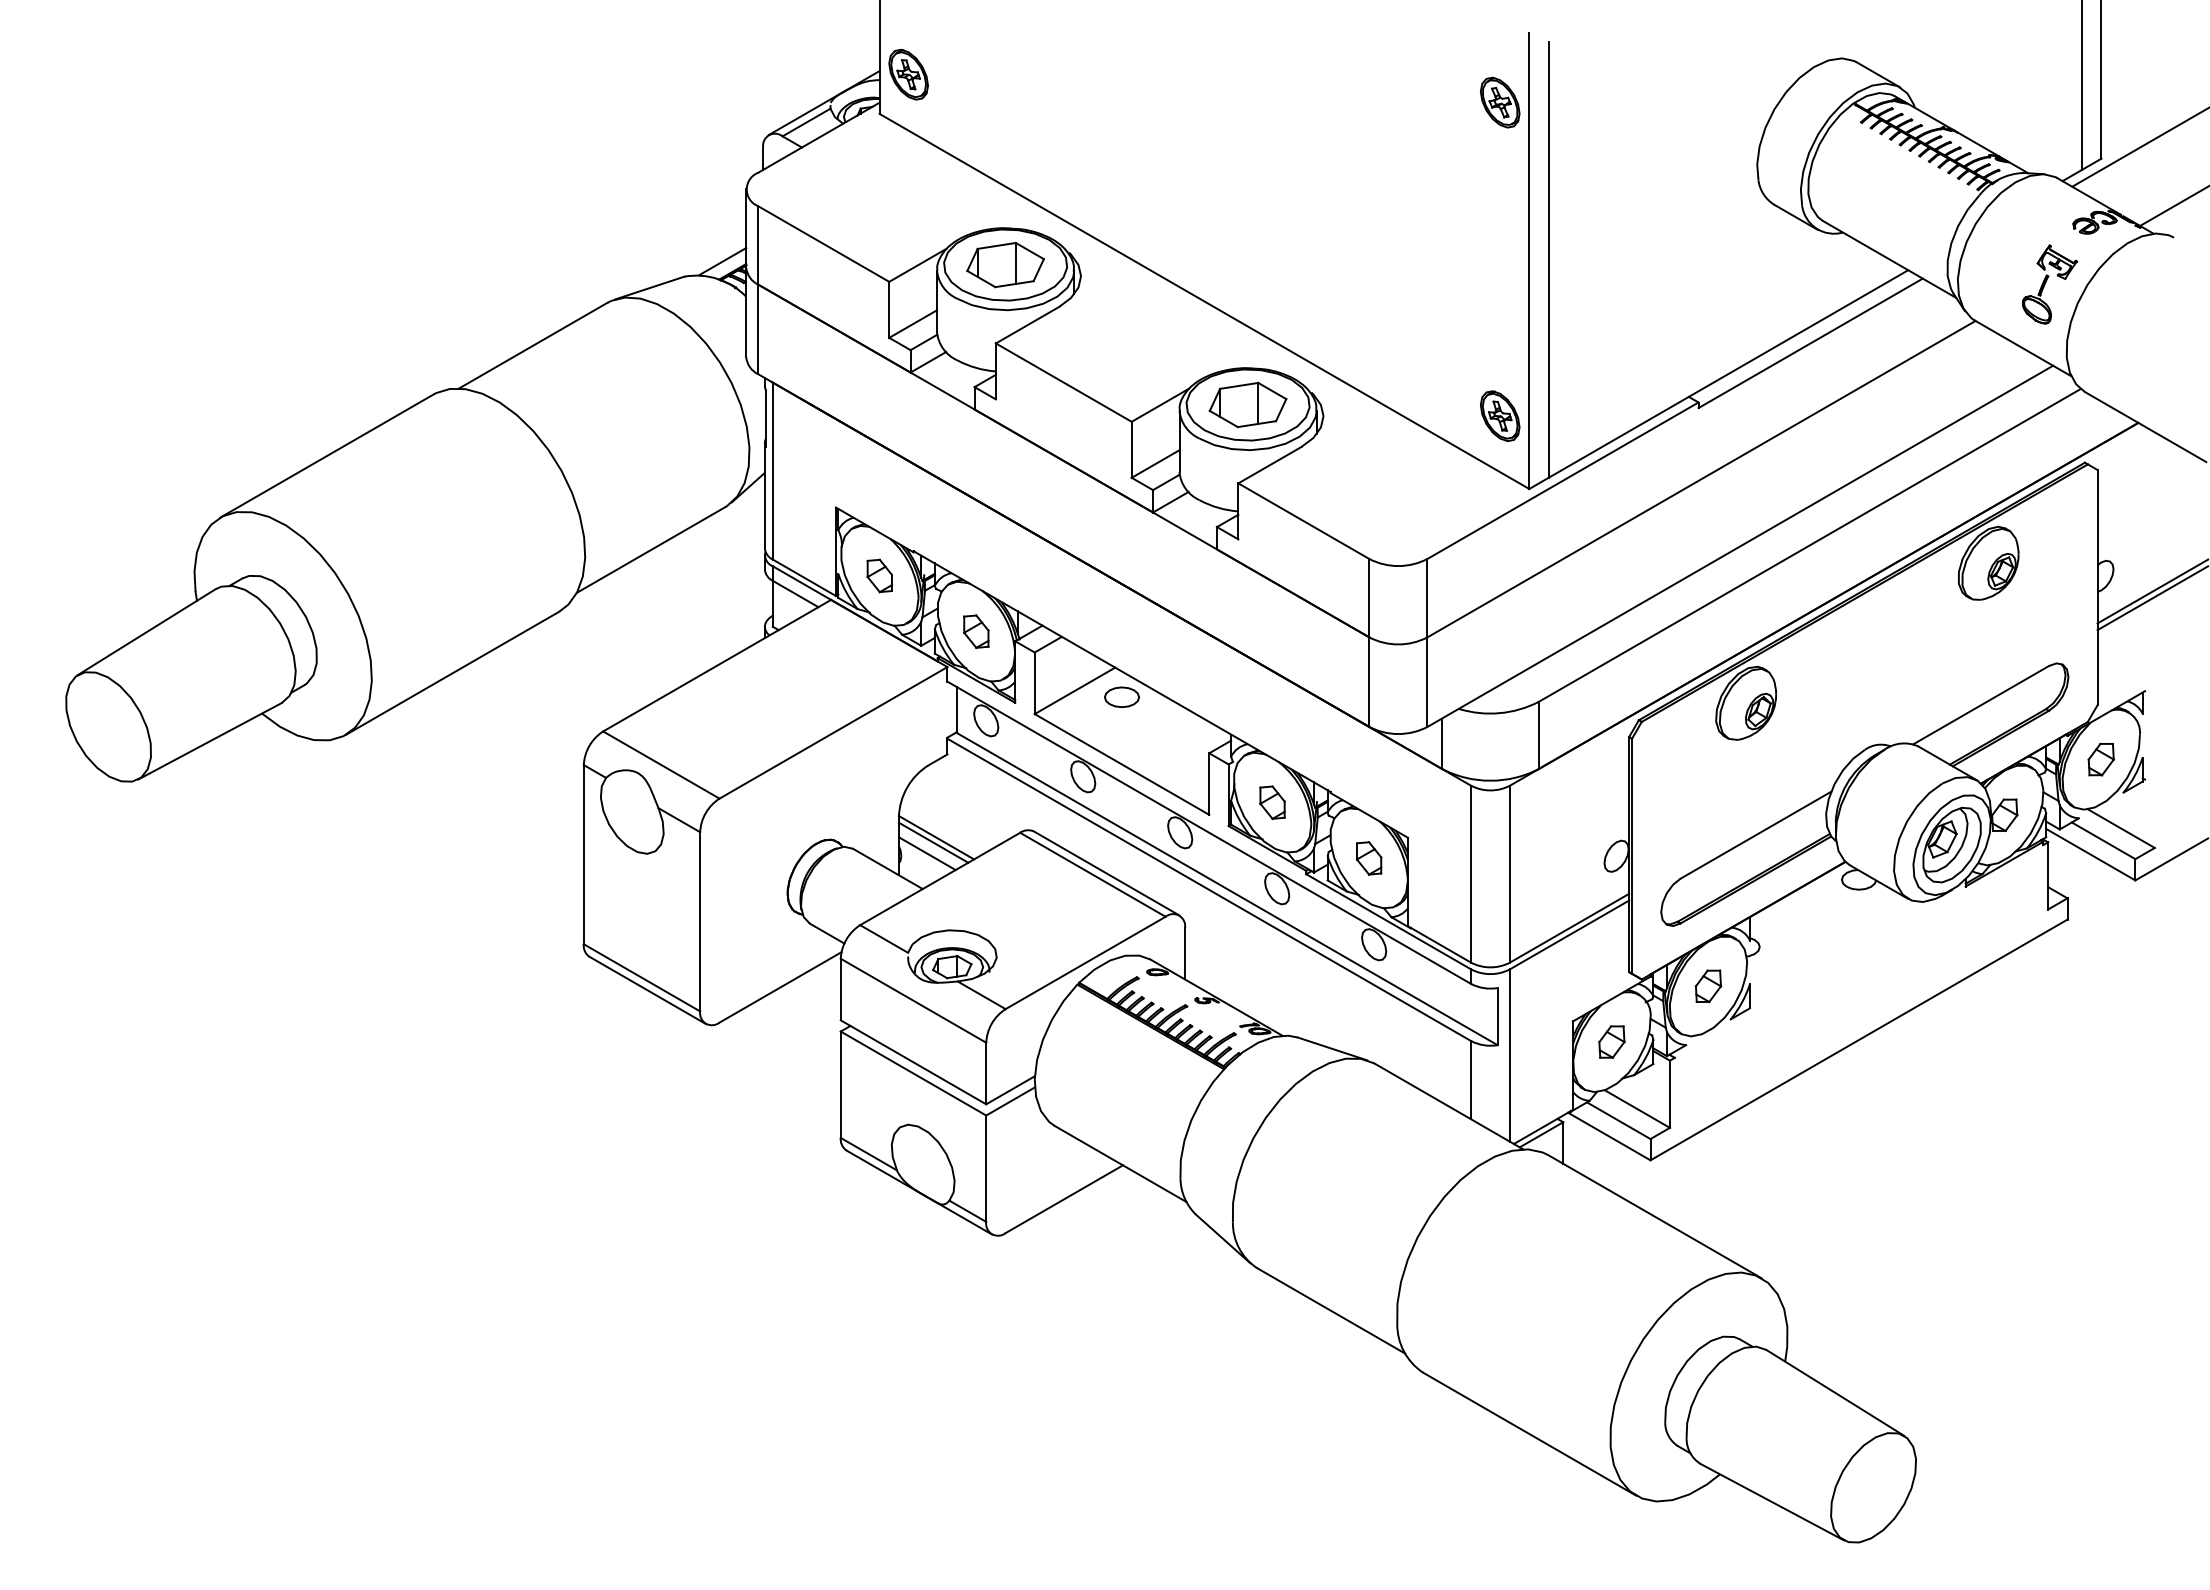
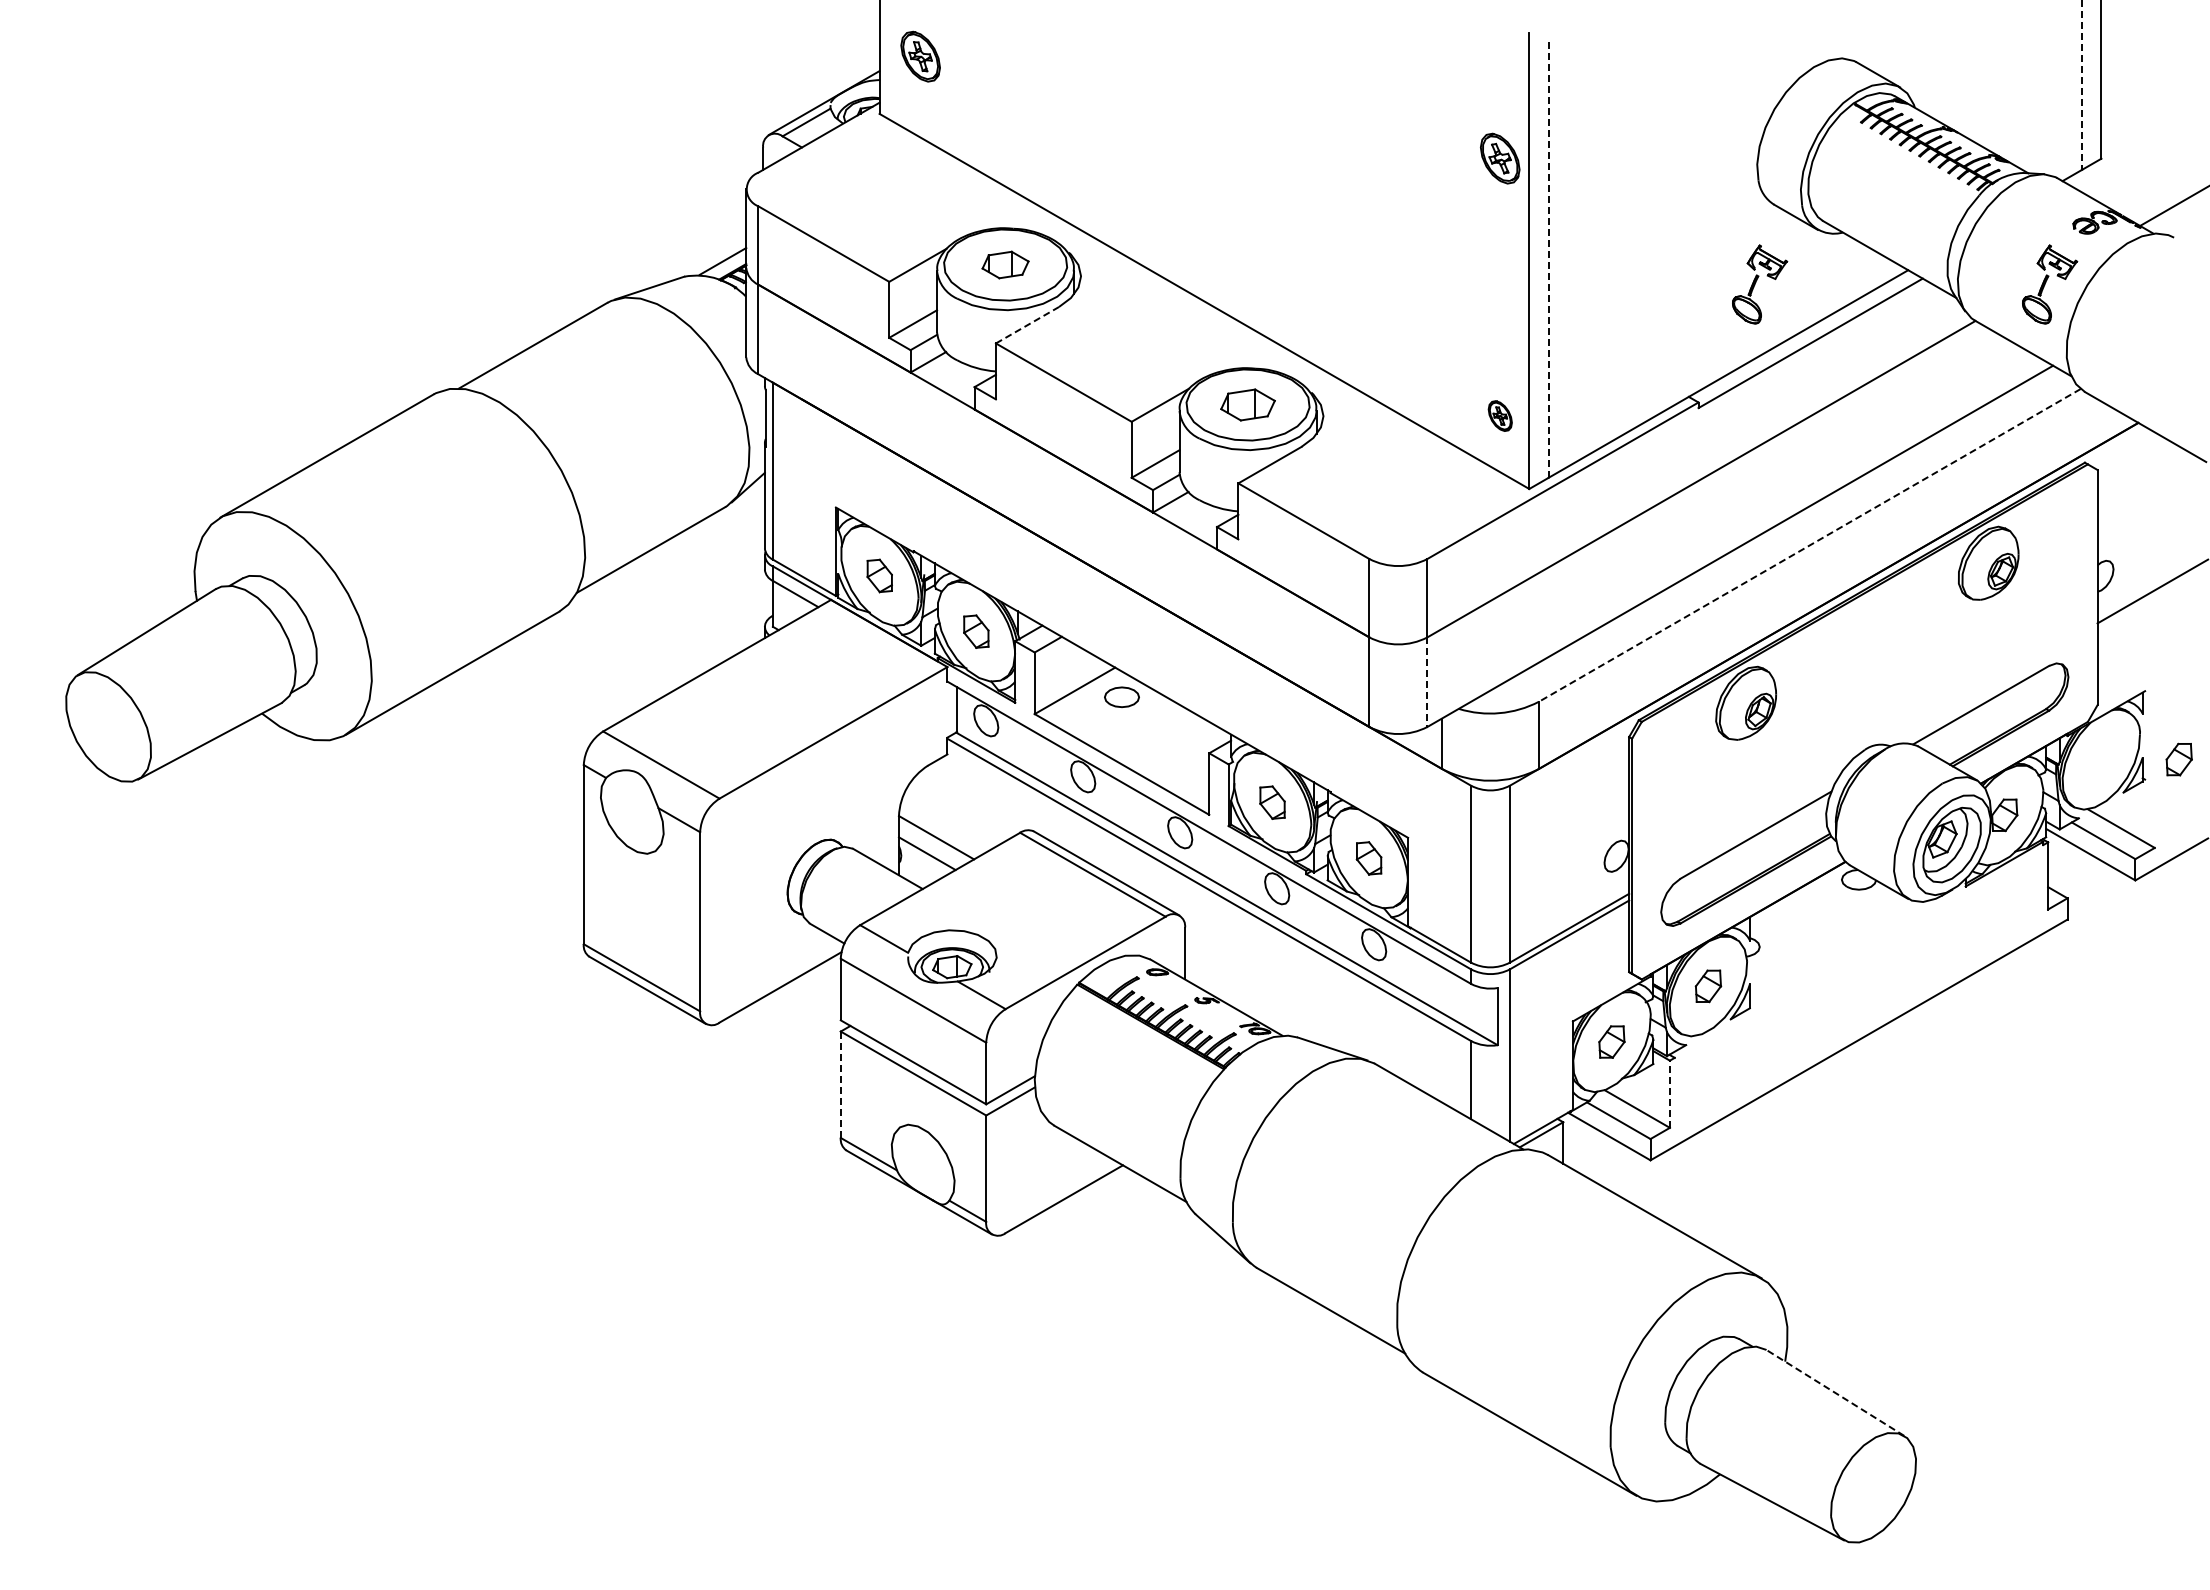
part at (908, 74) position: (908, 74) -> (920, 56)
line at (2082, 84): solid -> dashed
part at (1500, 102) position: (1500, 102) -> (1500, 158)
line at (2139, 147): present -> none
line at (1548, 260): solid -> dashed
part at (1005, 264) size: 79x48 px -> 49x30 px
part at (1760, 284): none -> present
line at (1027, 325): solid -> dashed
part at (1247, 404) size: 80x48 px -> 56x34 px
part at (1500, 415) size: 41x52 px -> 26x32 px
line at (1809, 545): solid -> dashed
line at (2151, 598): present -> none
line at (1427, 682): solid -> dashed
part at (2100, 759) position: (2100, 759) -> (2178, 759)
line at (933, 842): present -> none
line at (840, 1084): solid -> dashed
line at (1669, 1094): solid -> dashed
line at (1834, 1392): solid -> dashed
